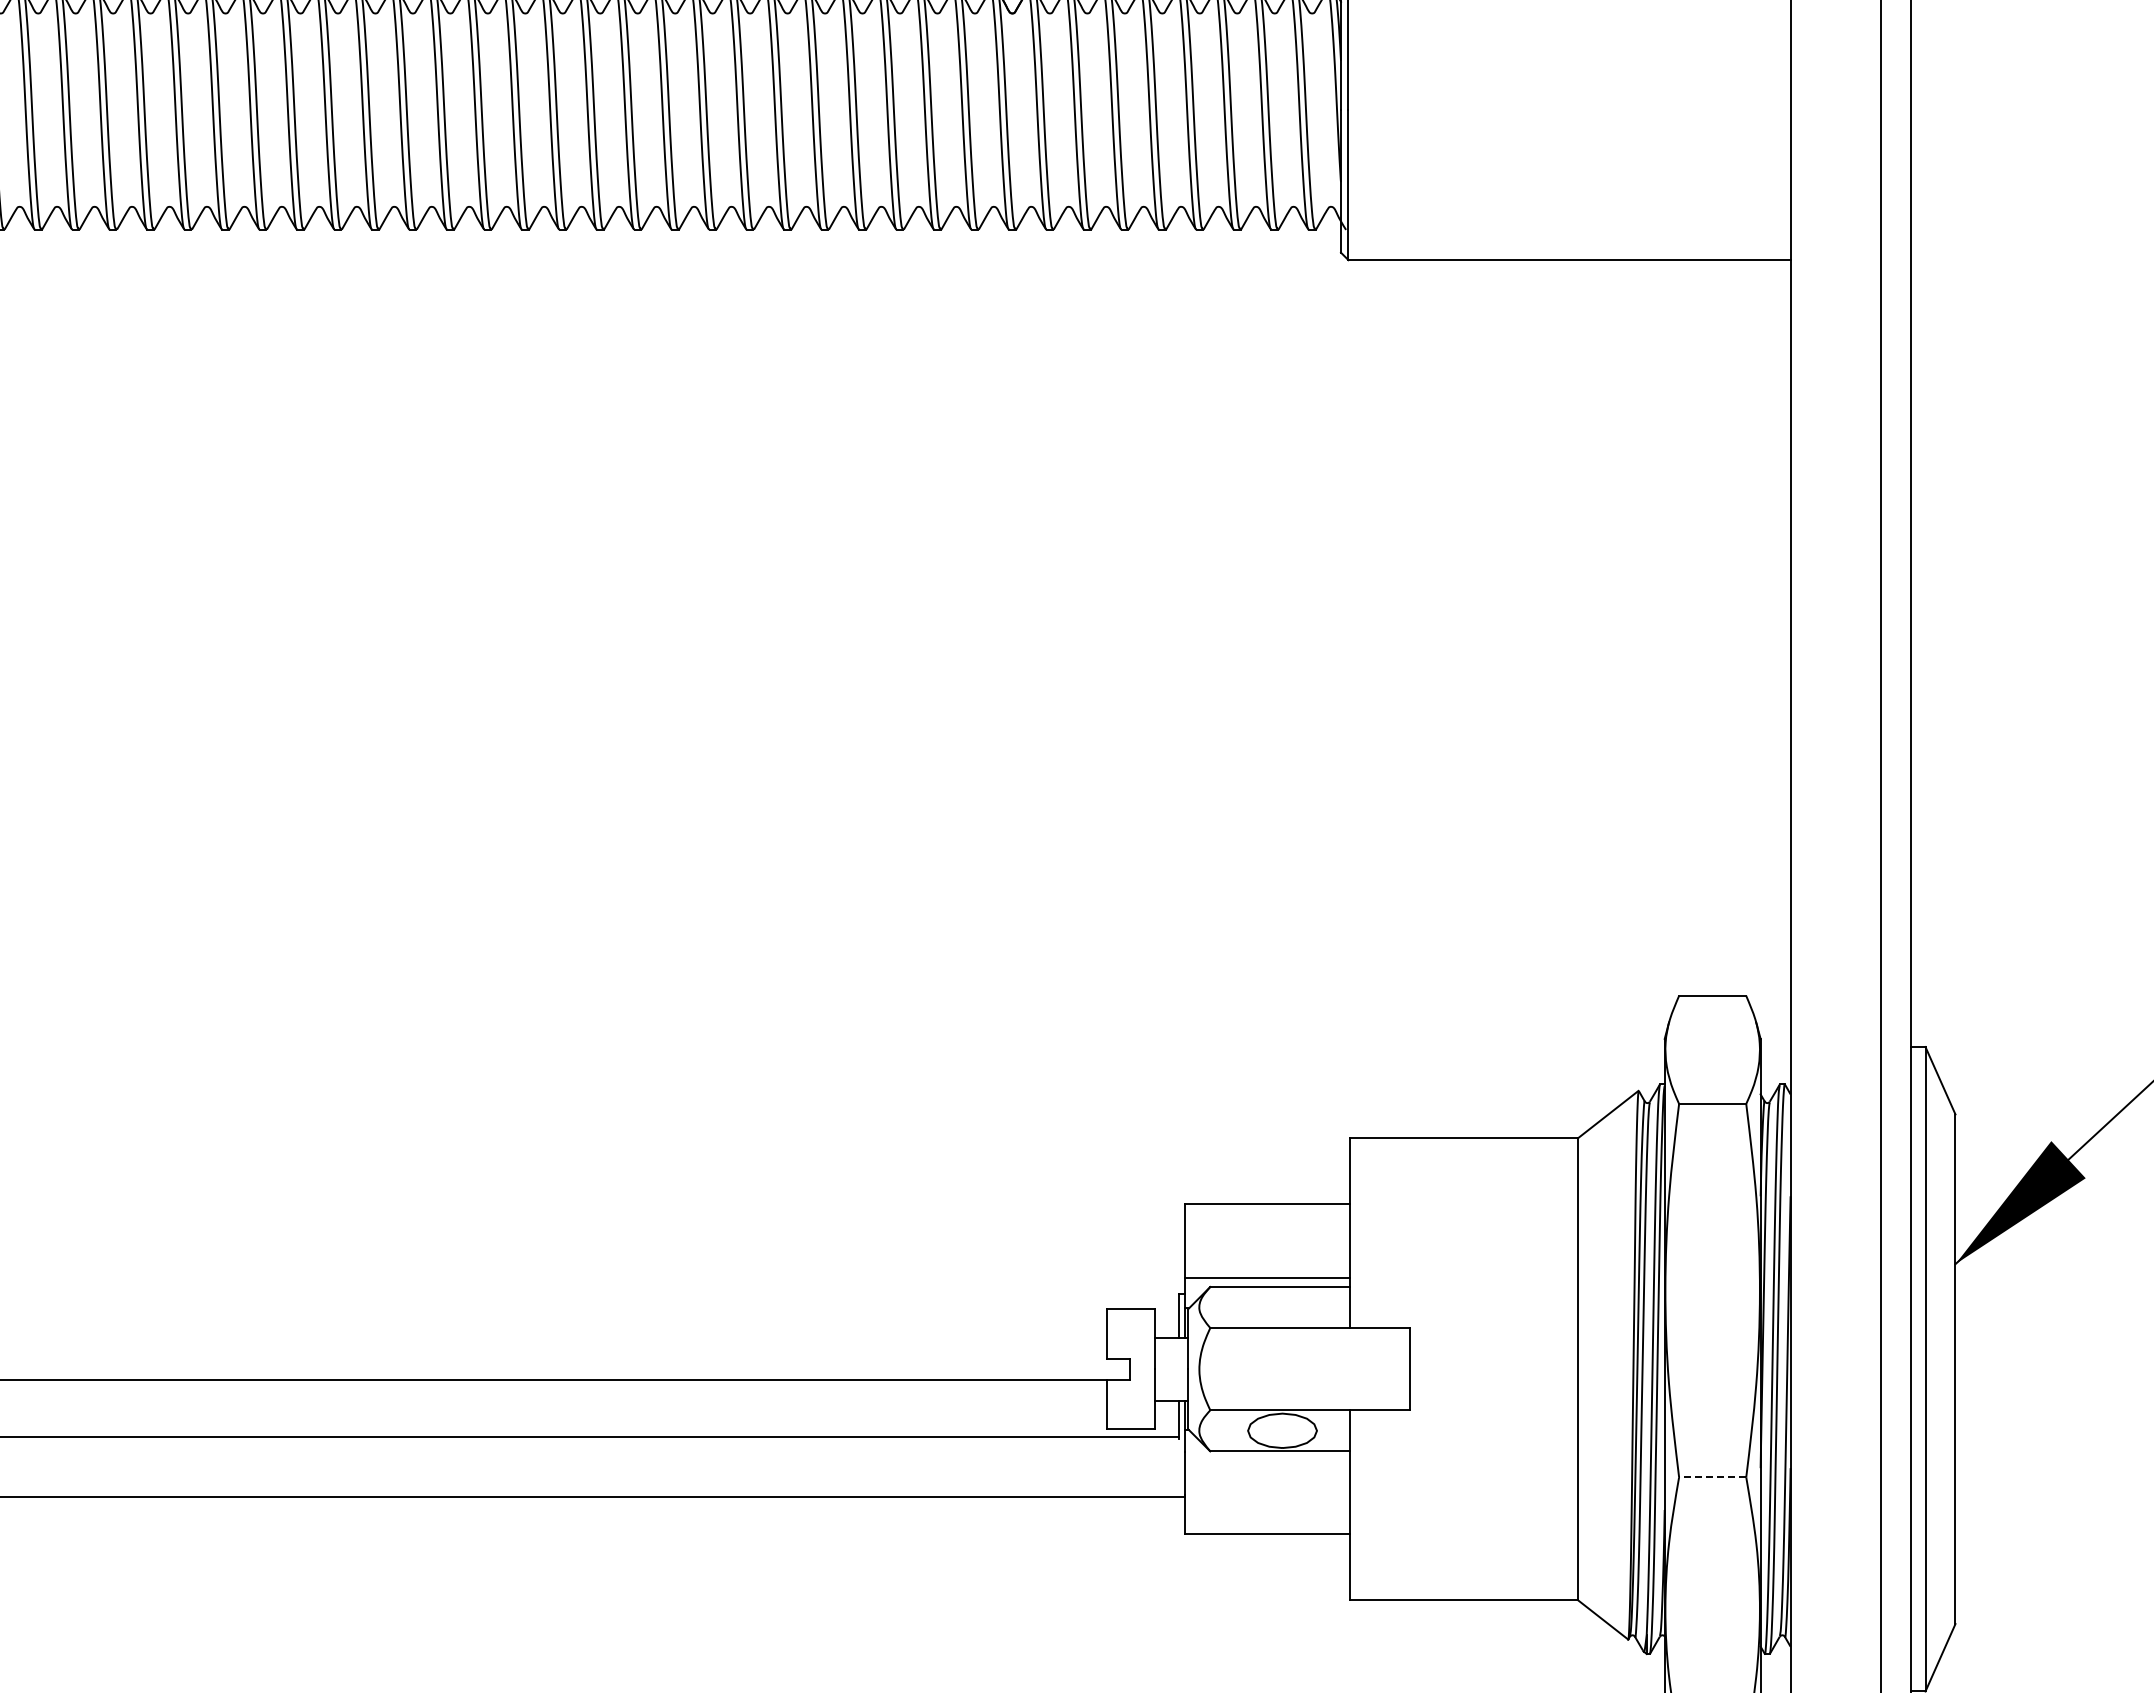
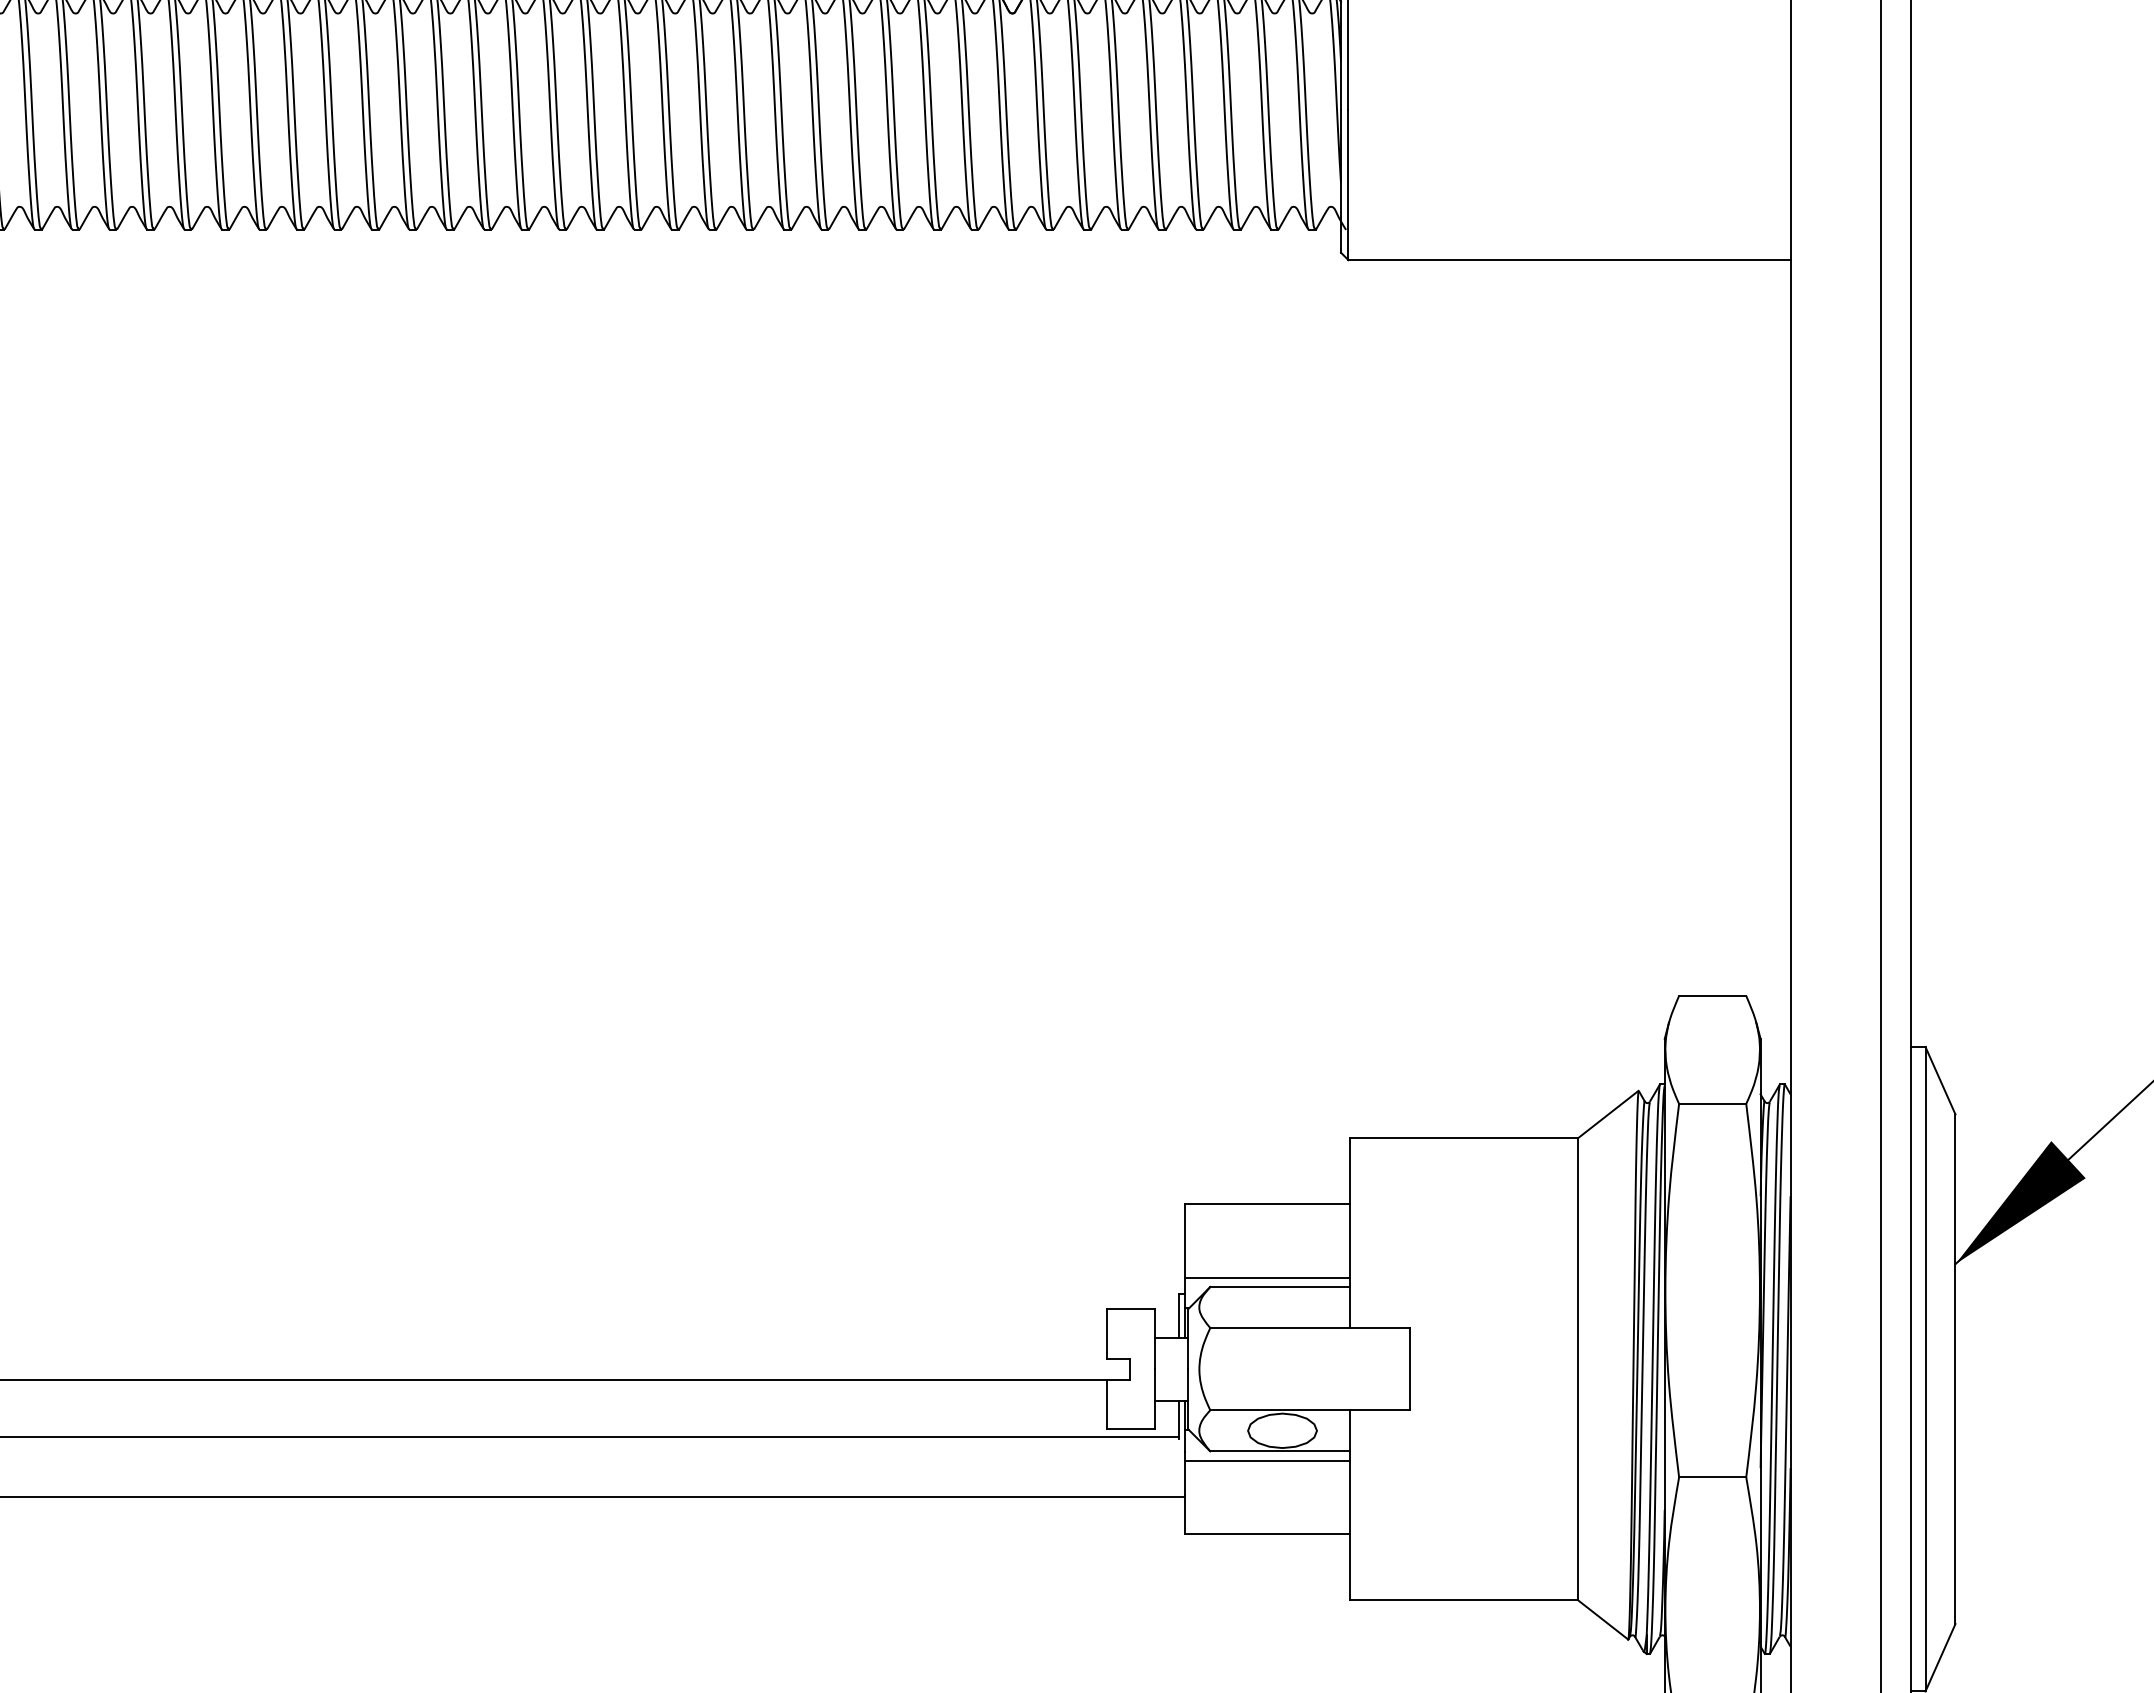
line at (1267, 1460): none -> present
line at (1712, 1477): dashed -> solid
